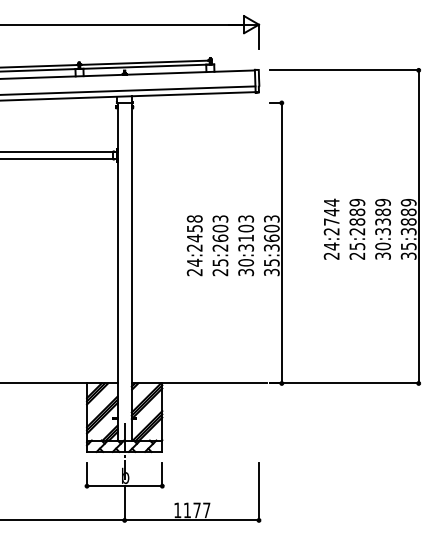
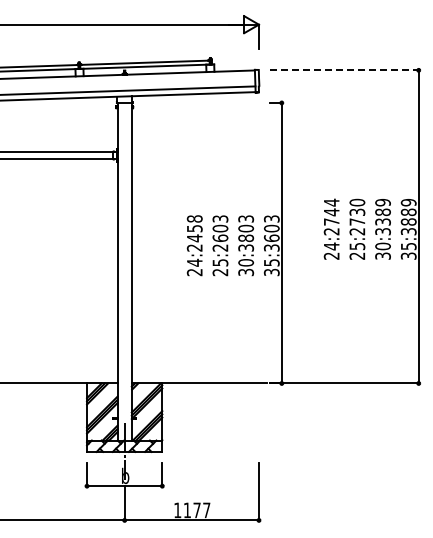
line at (345, 70): solid -> dashed
text at (357, 212): 25:2889 -> 25:2730
text at (246, 238): 30:3103 -> 30:3803
